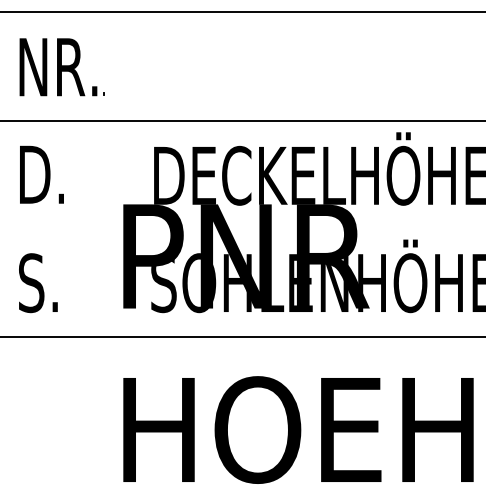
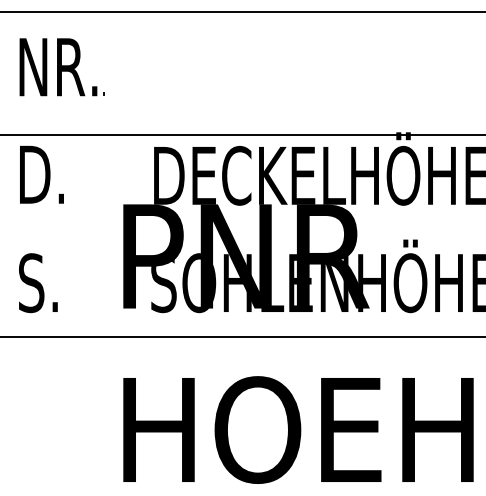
line at (242, 120) position: (242, 120) -> (242, 134)
